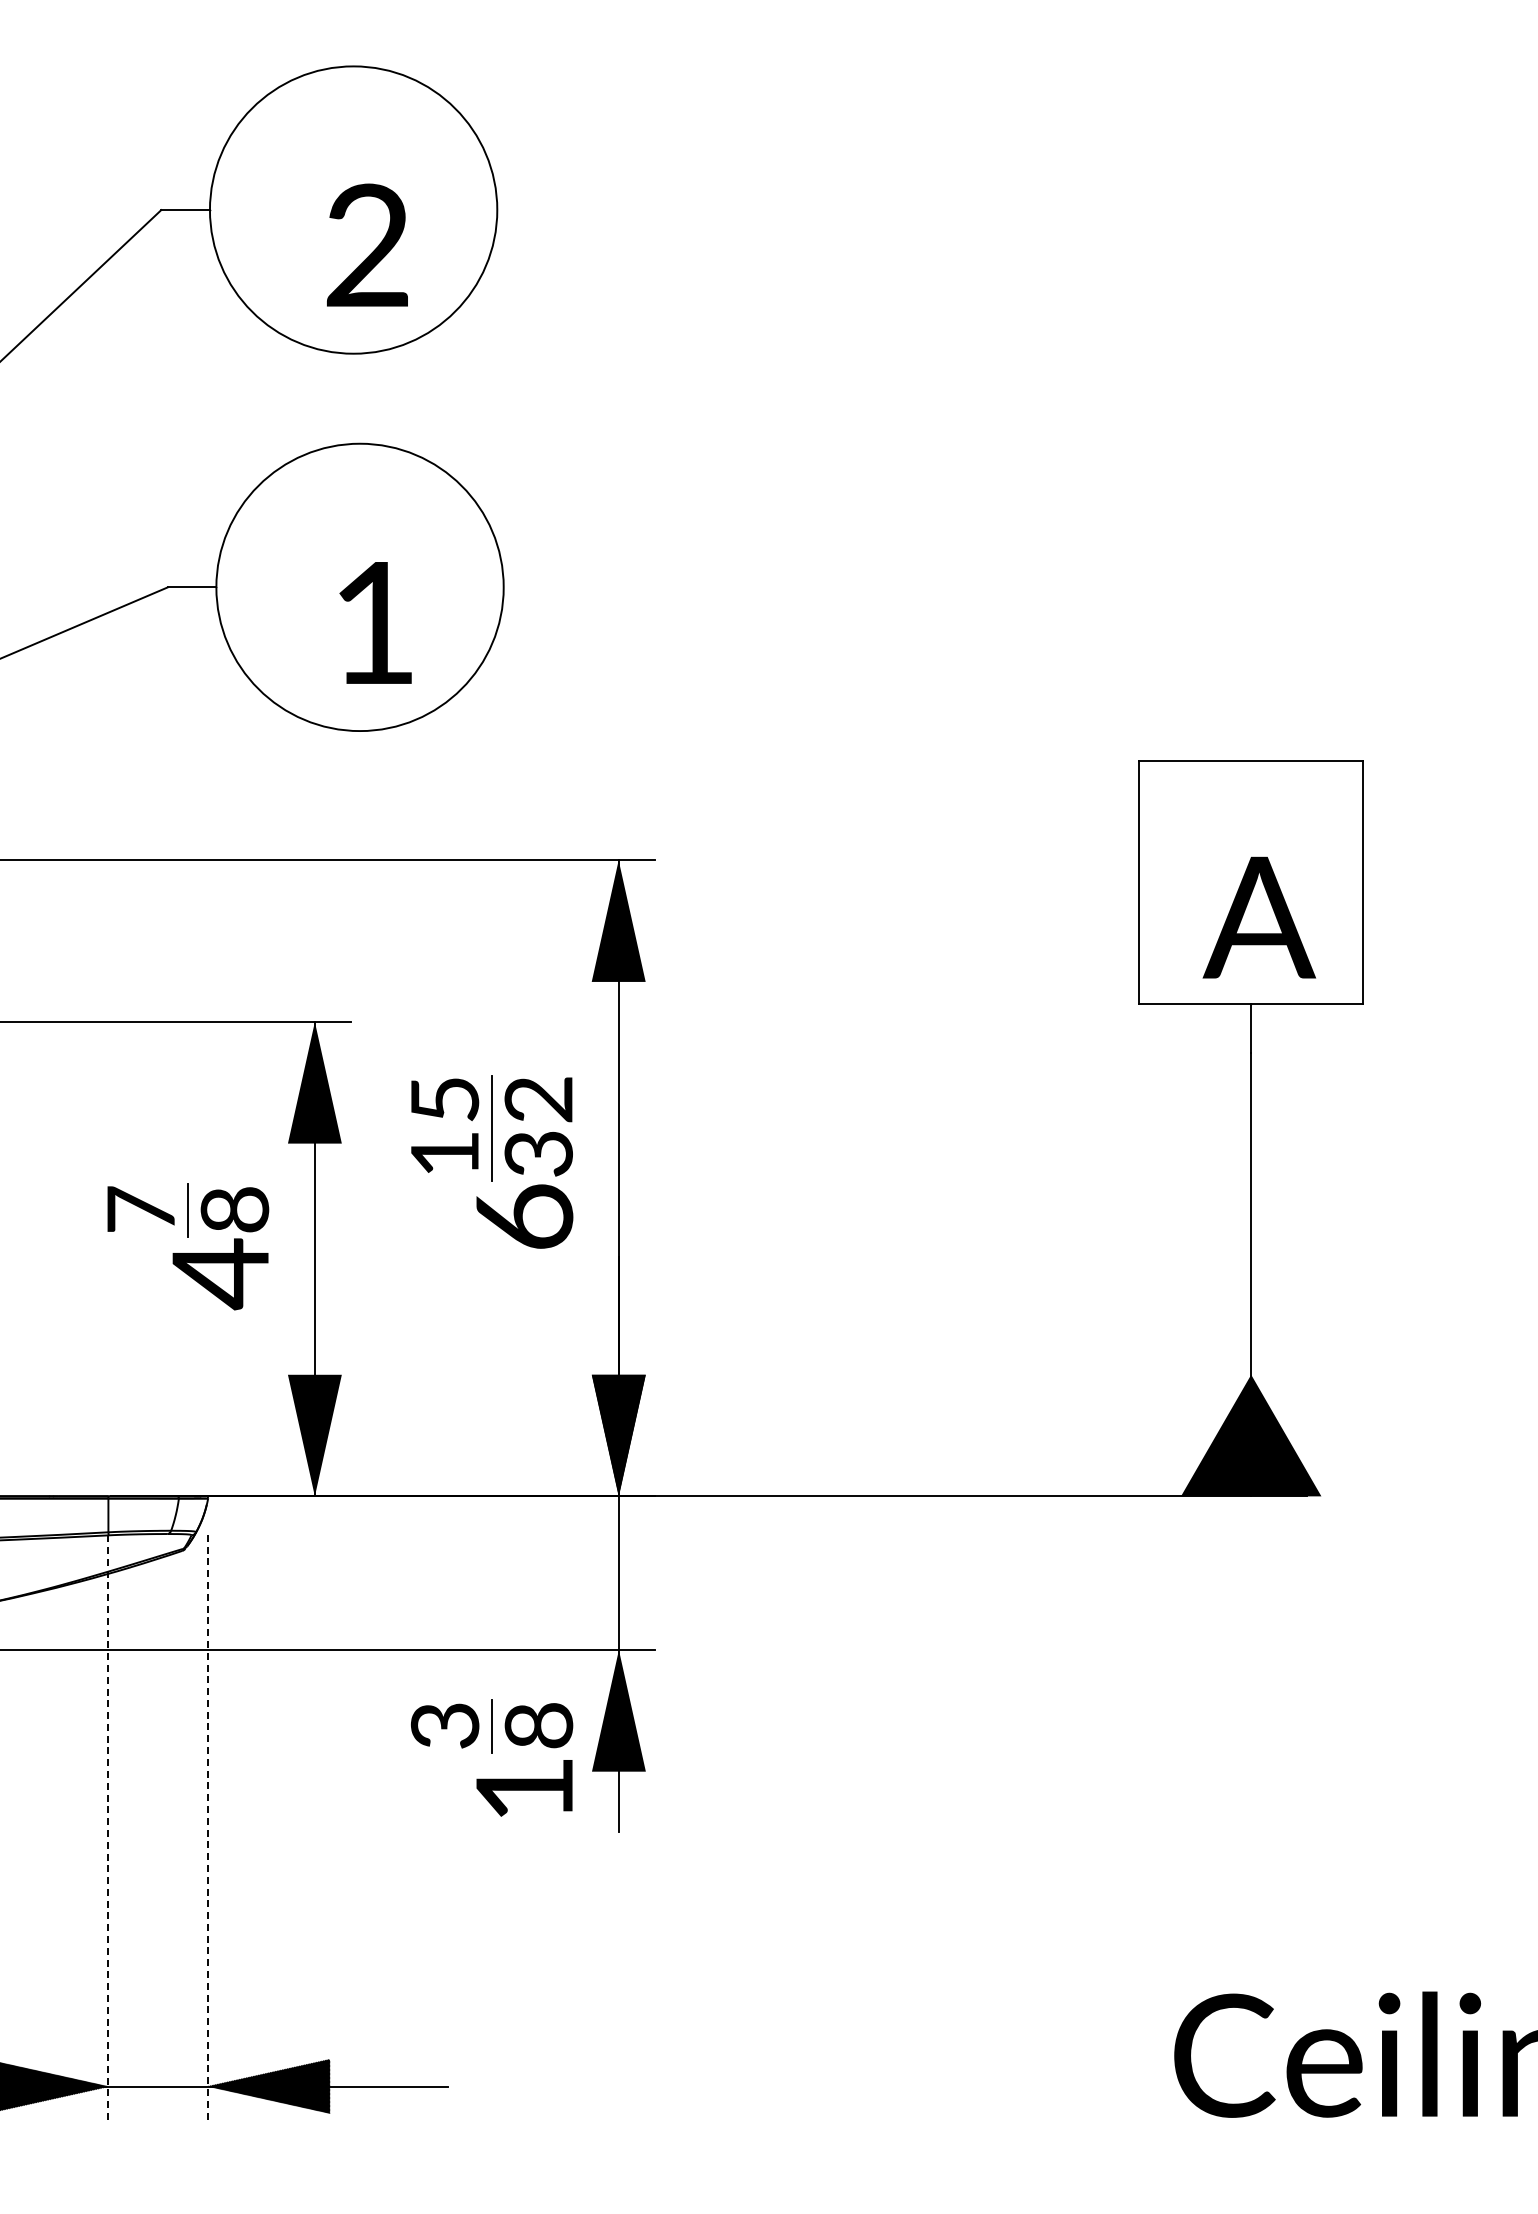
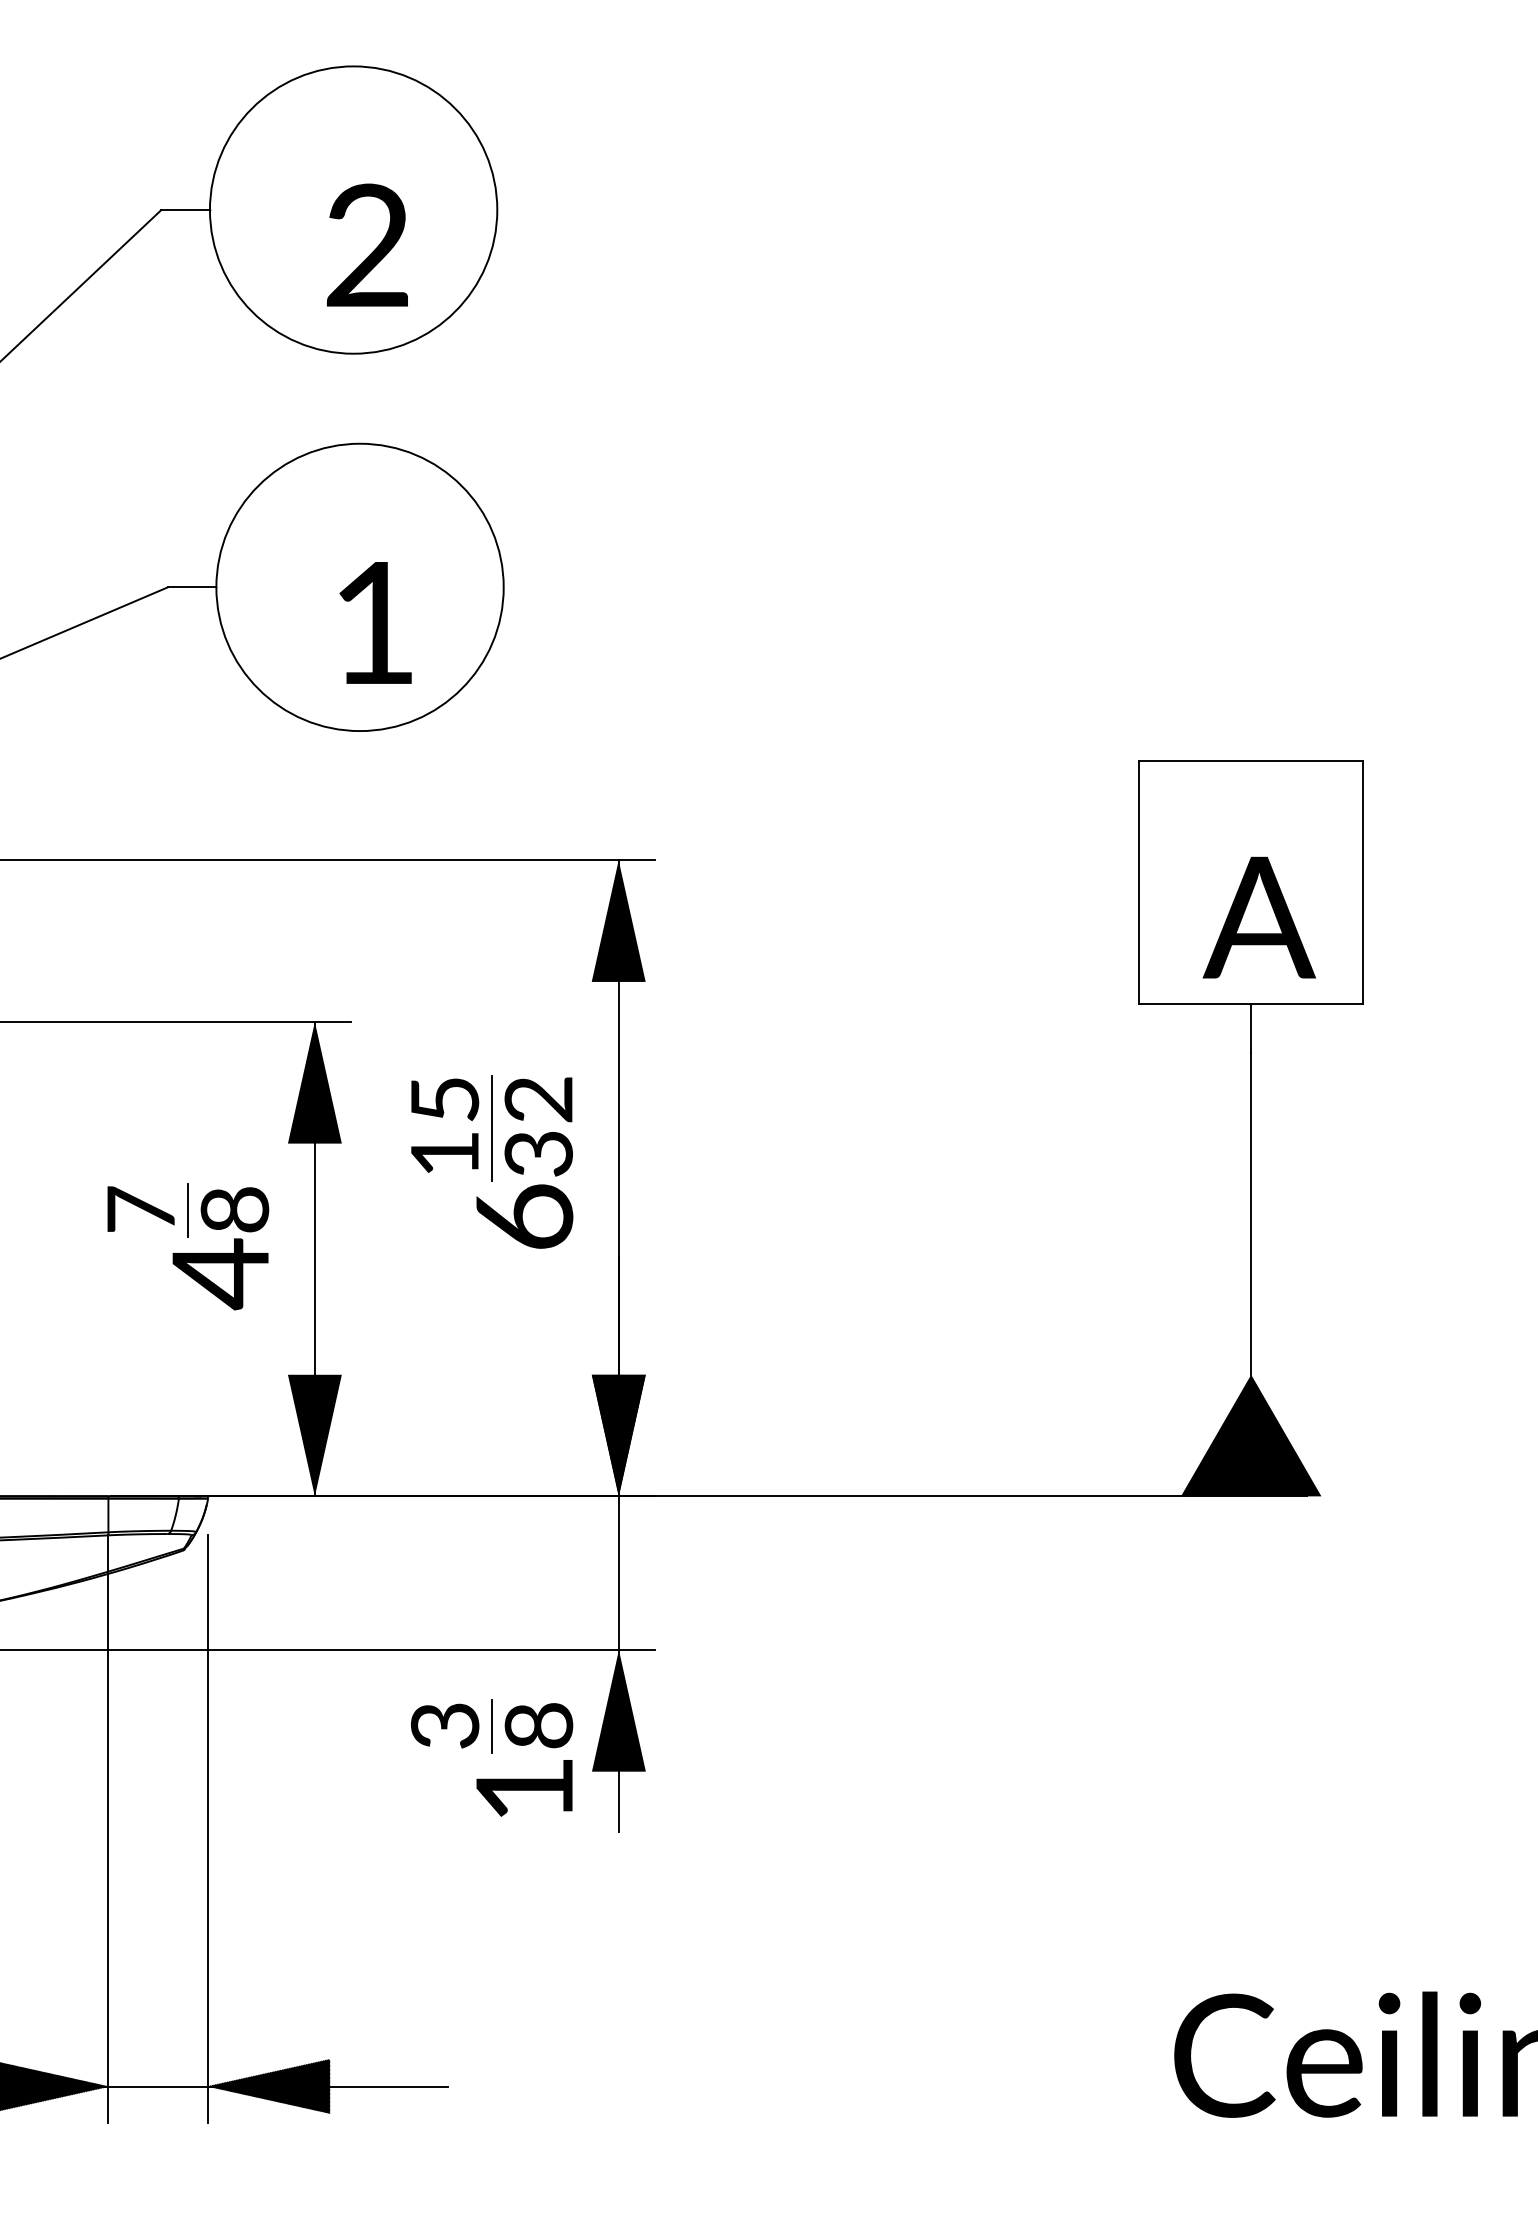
line at (108, 1829): dashed -> solid
line at (208, 1829): dashed -> solid
